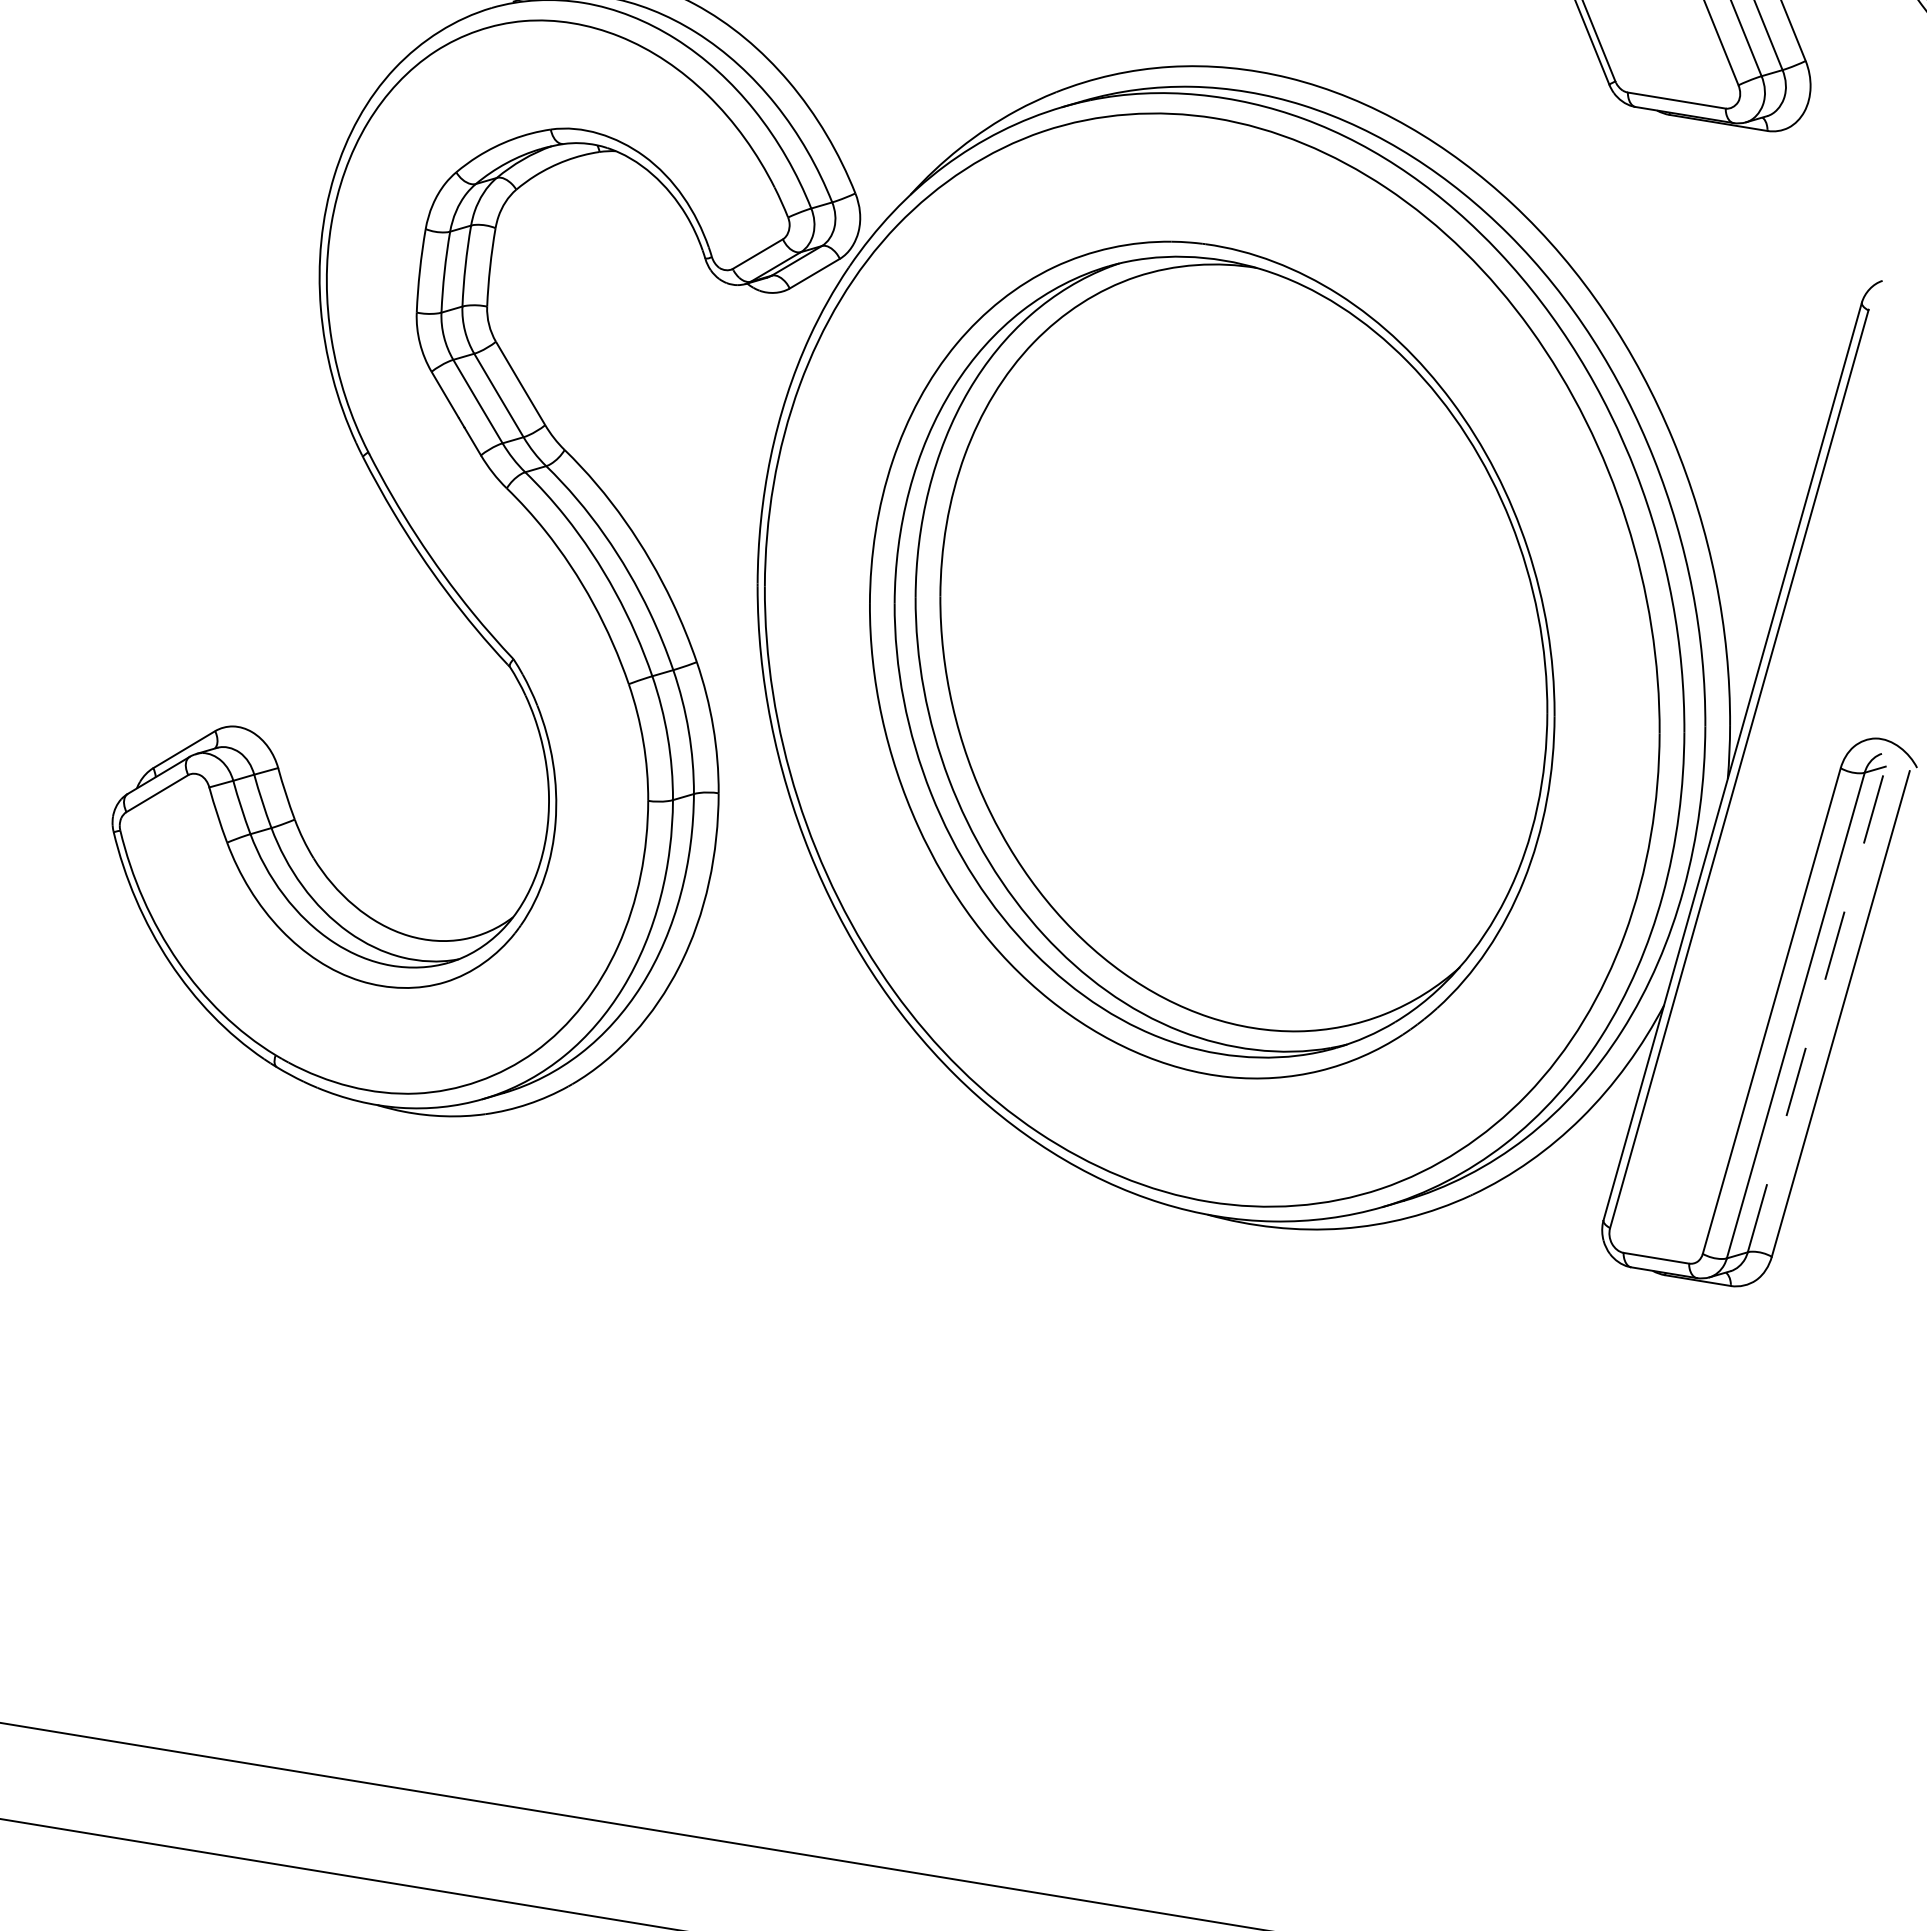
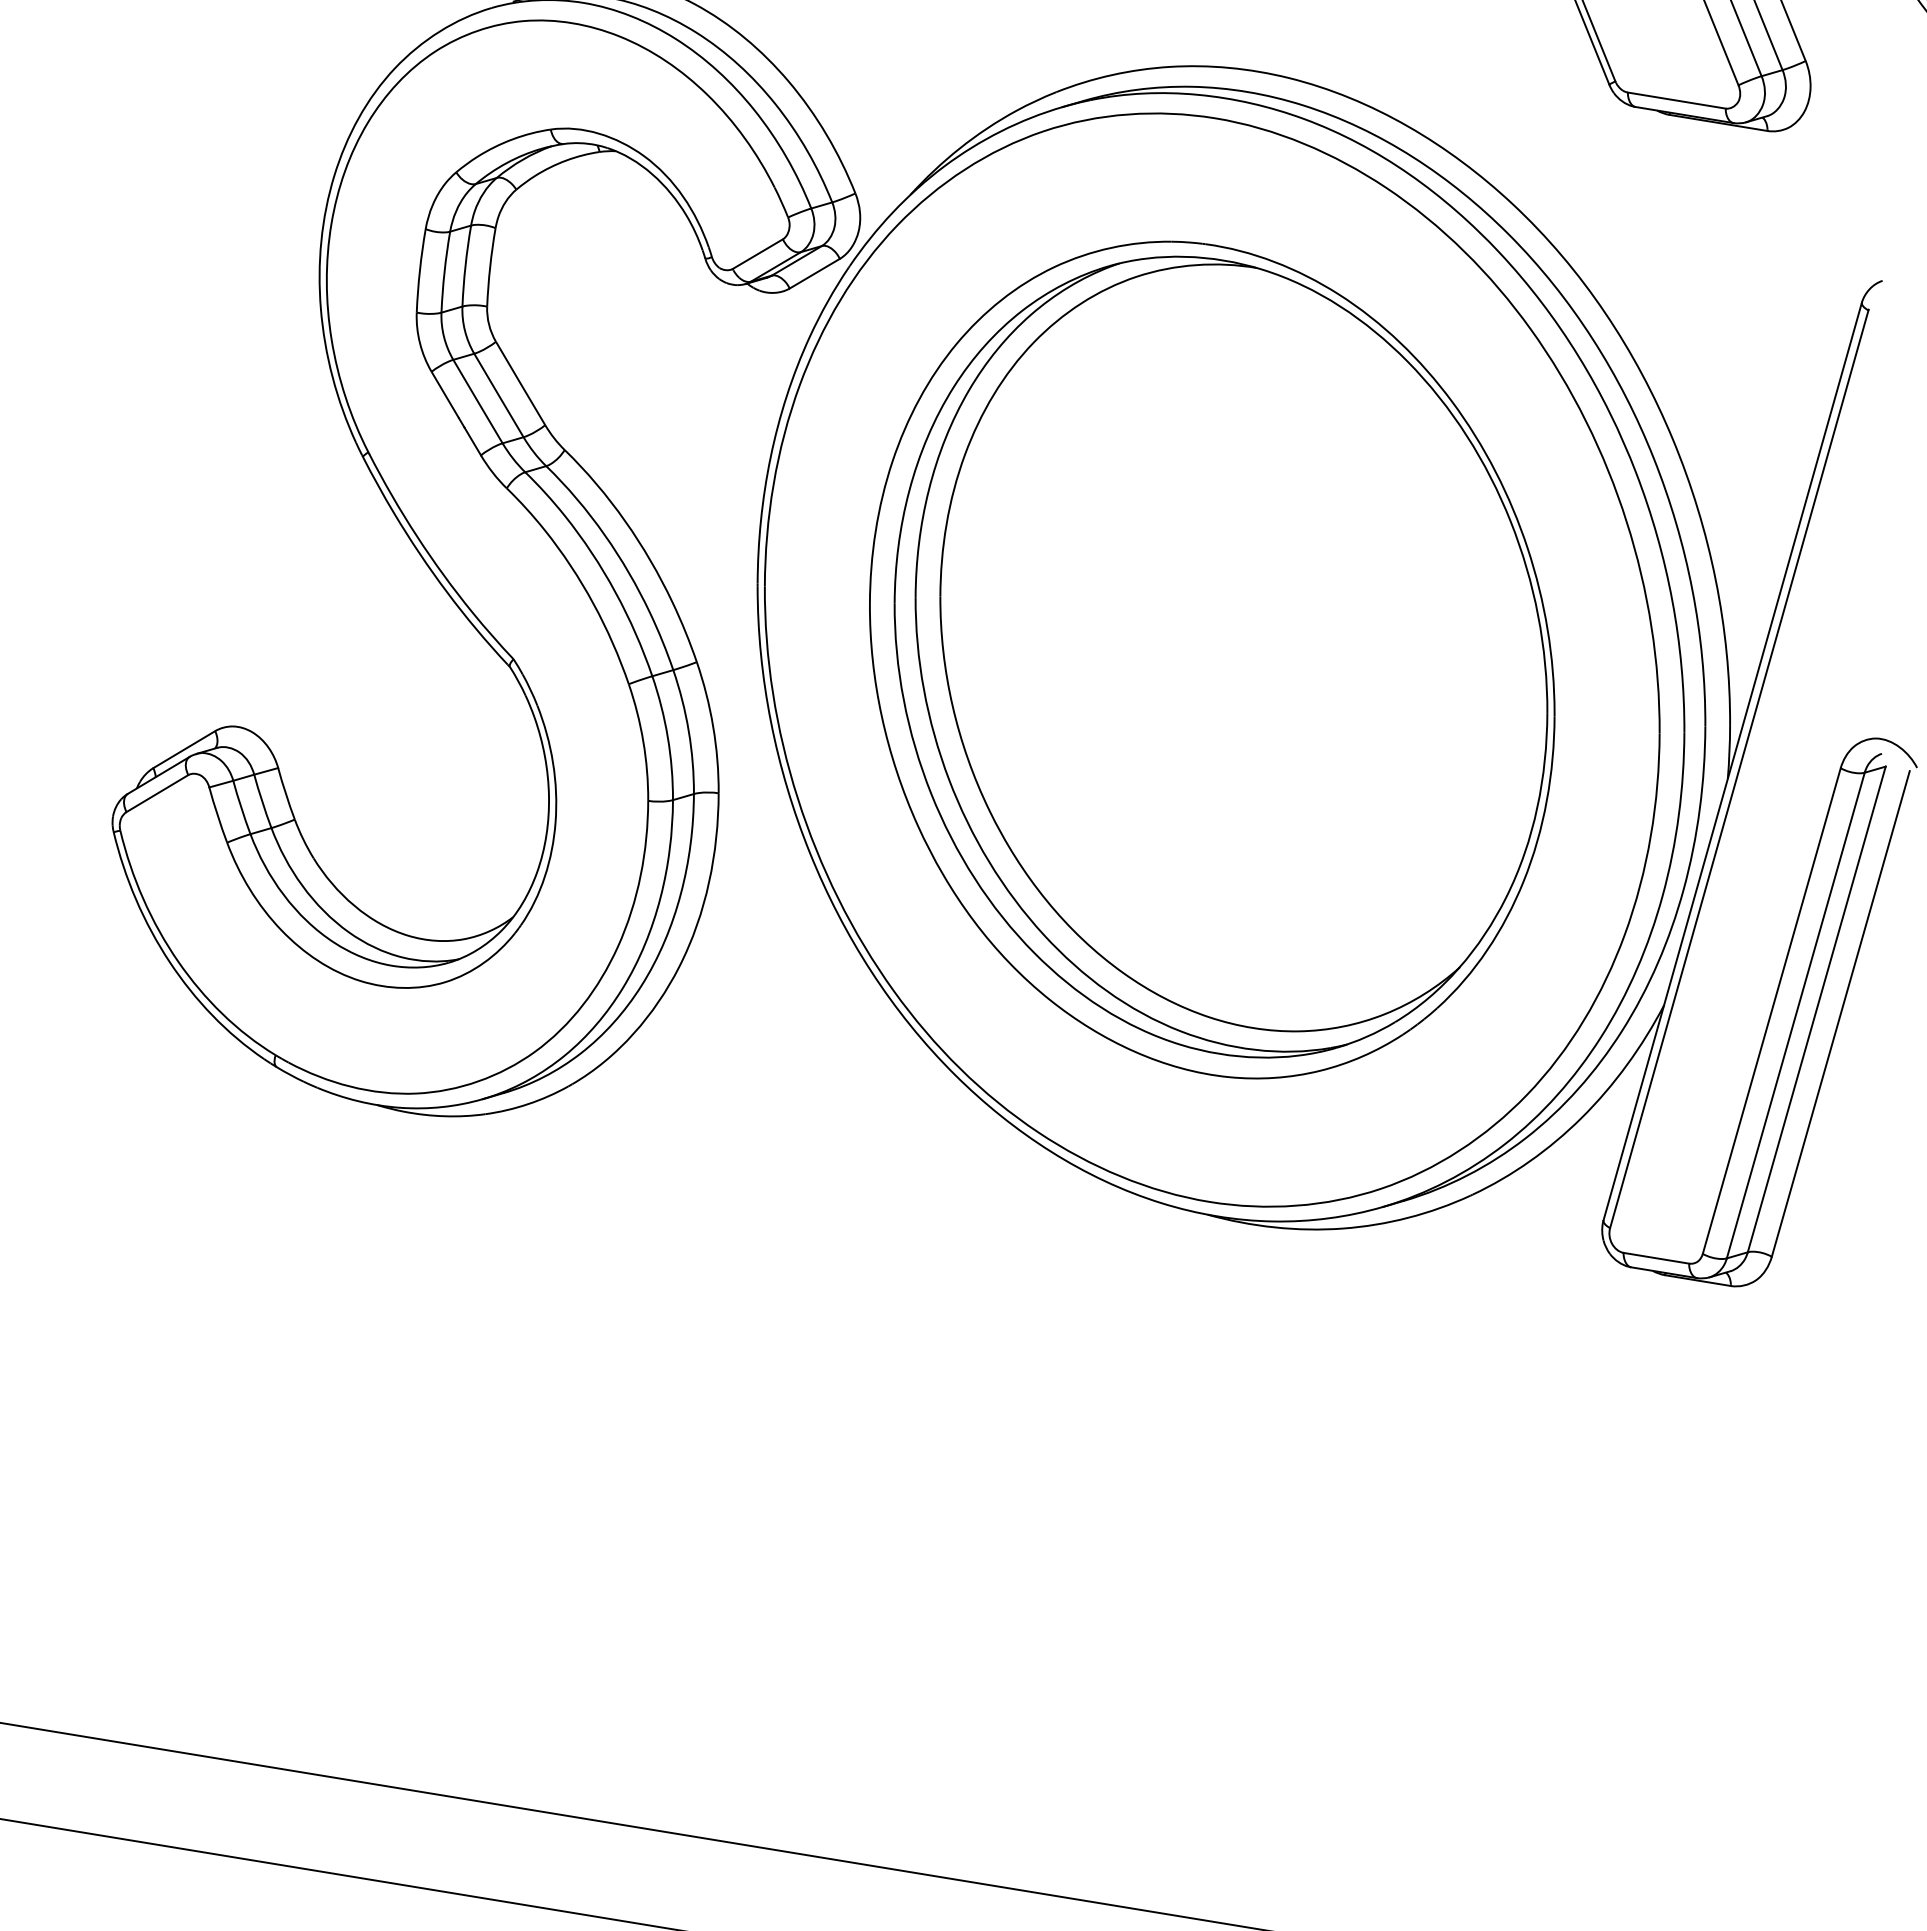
line at (1816, 1008): dashed -> solid
